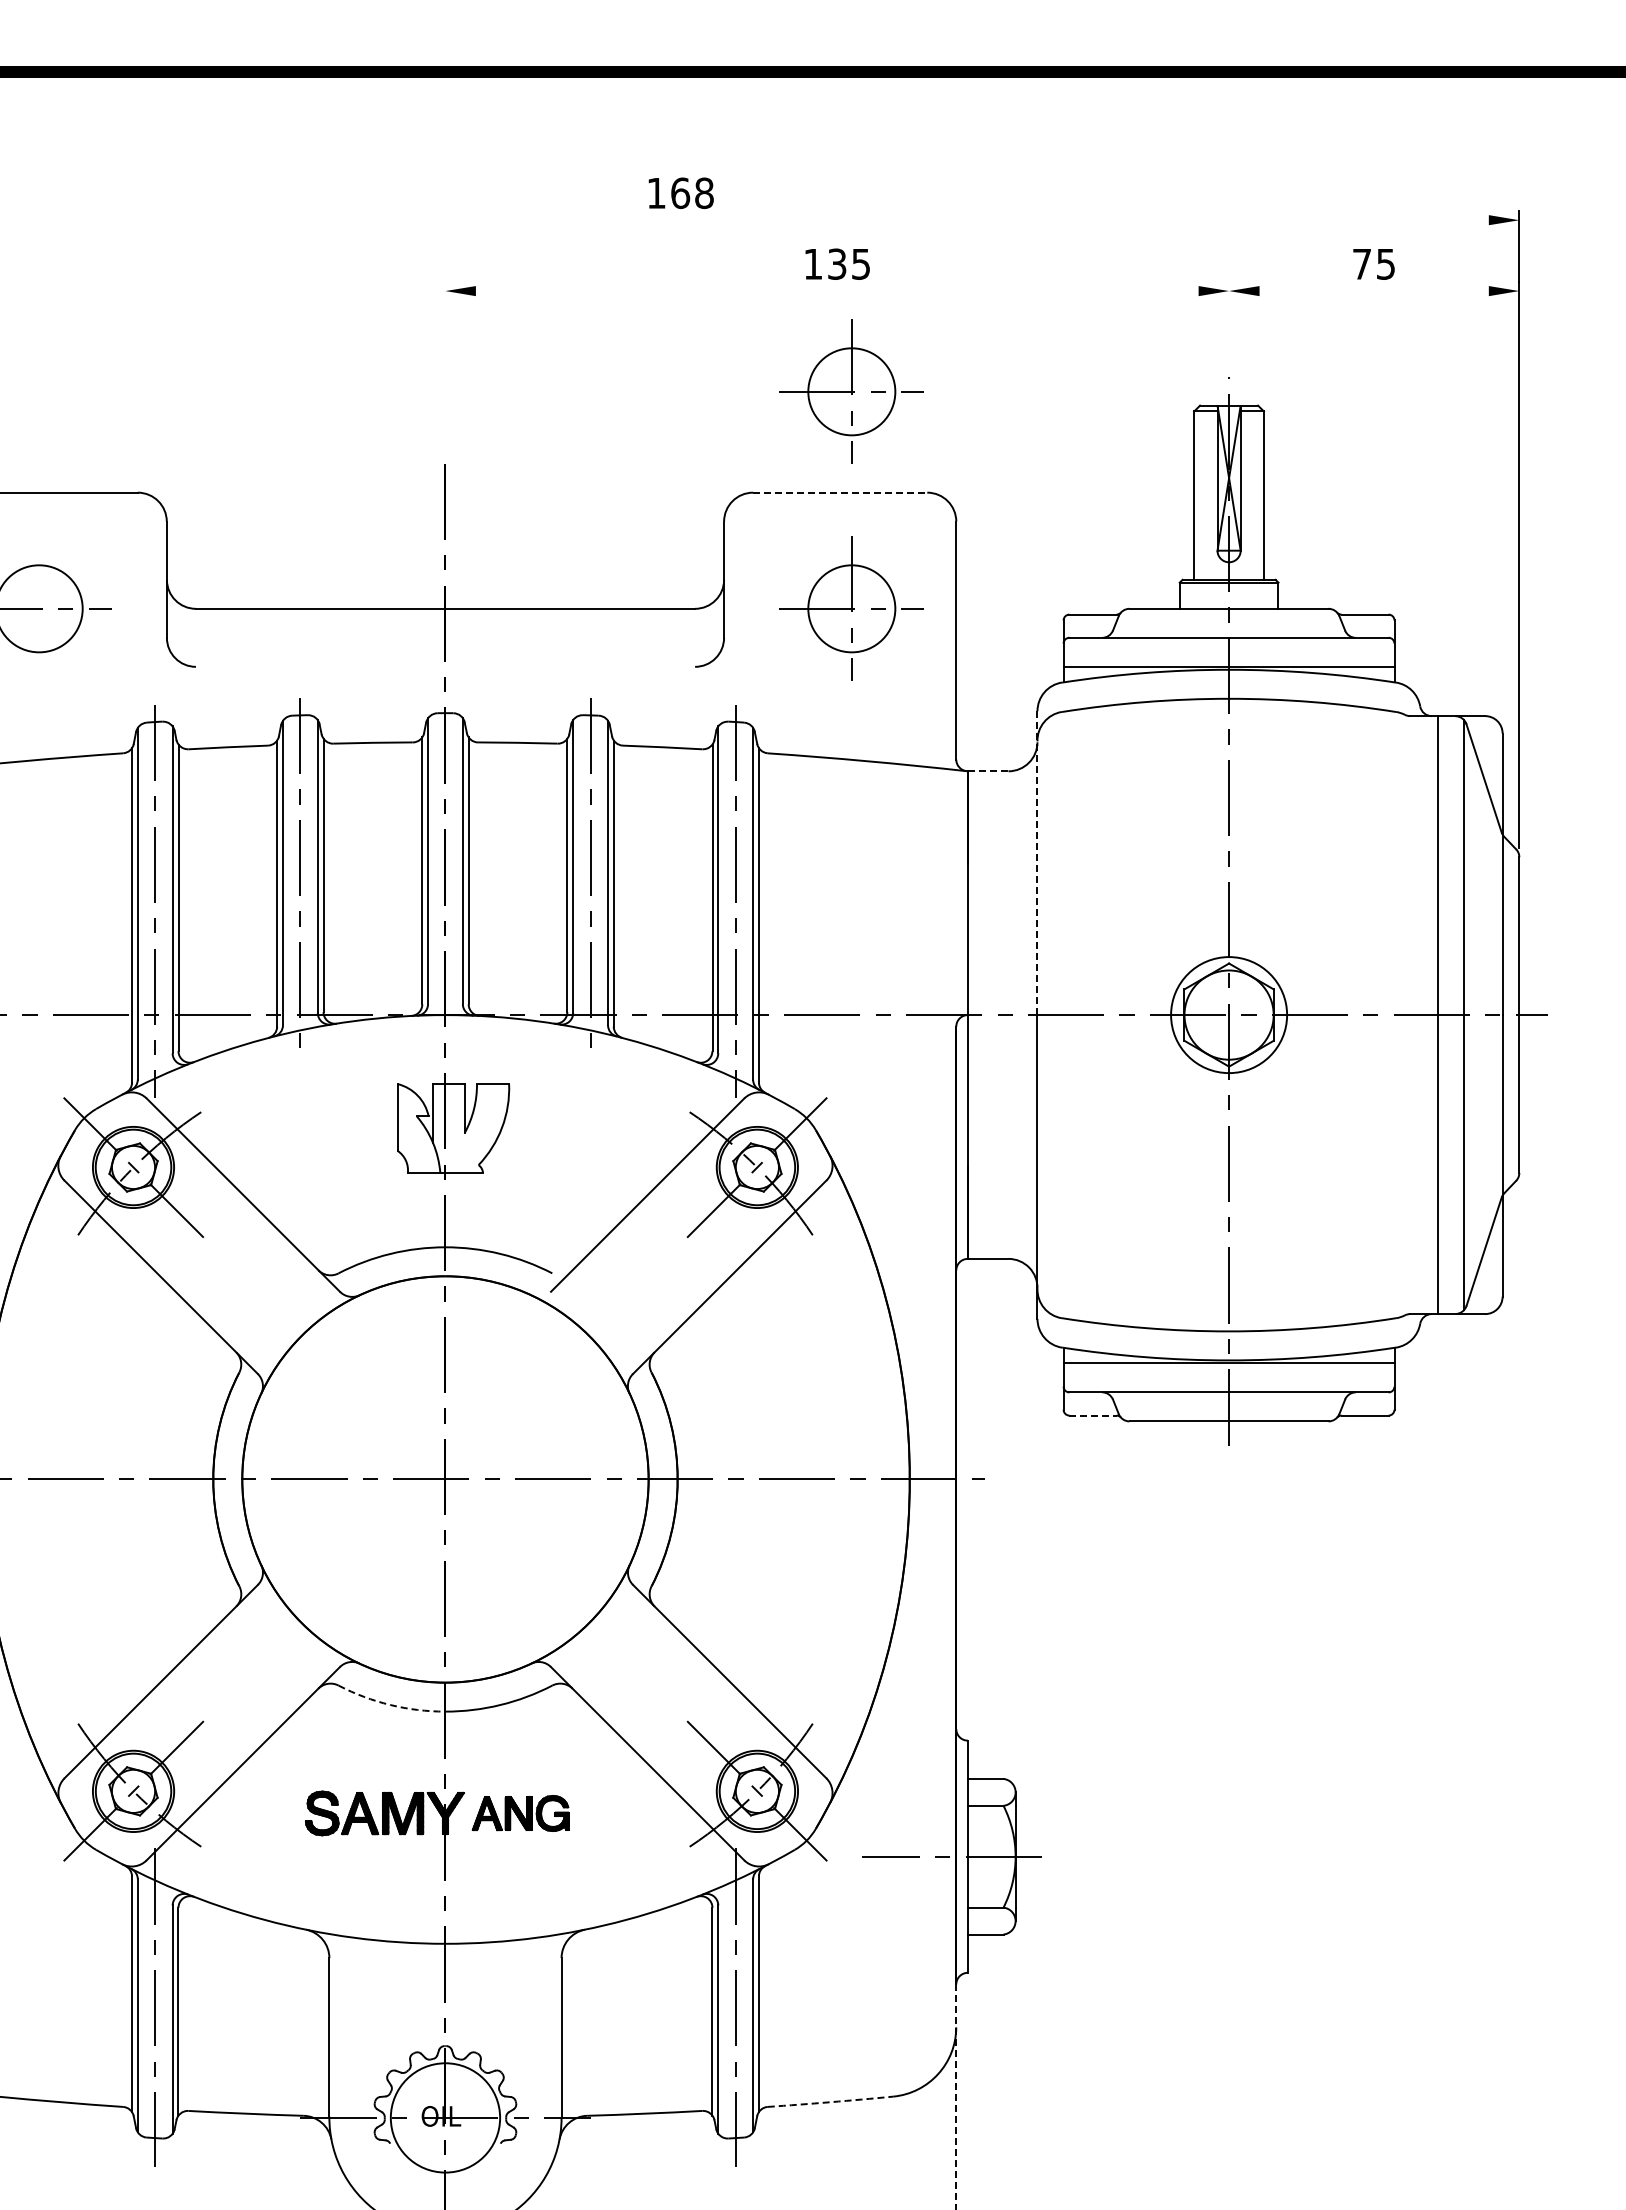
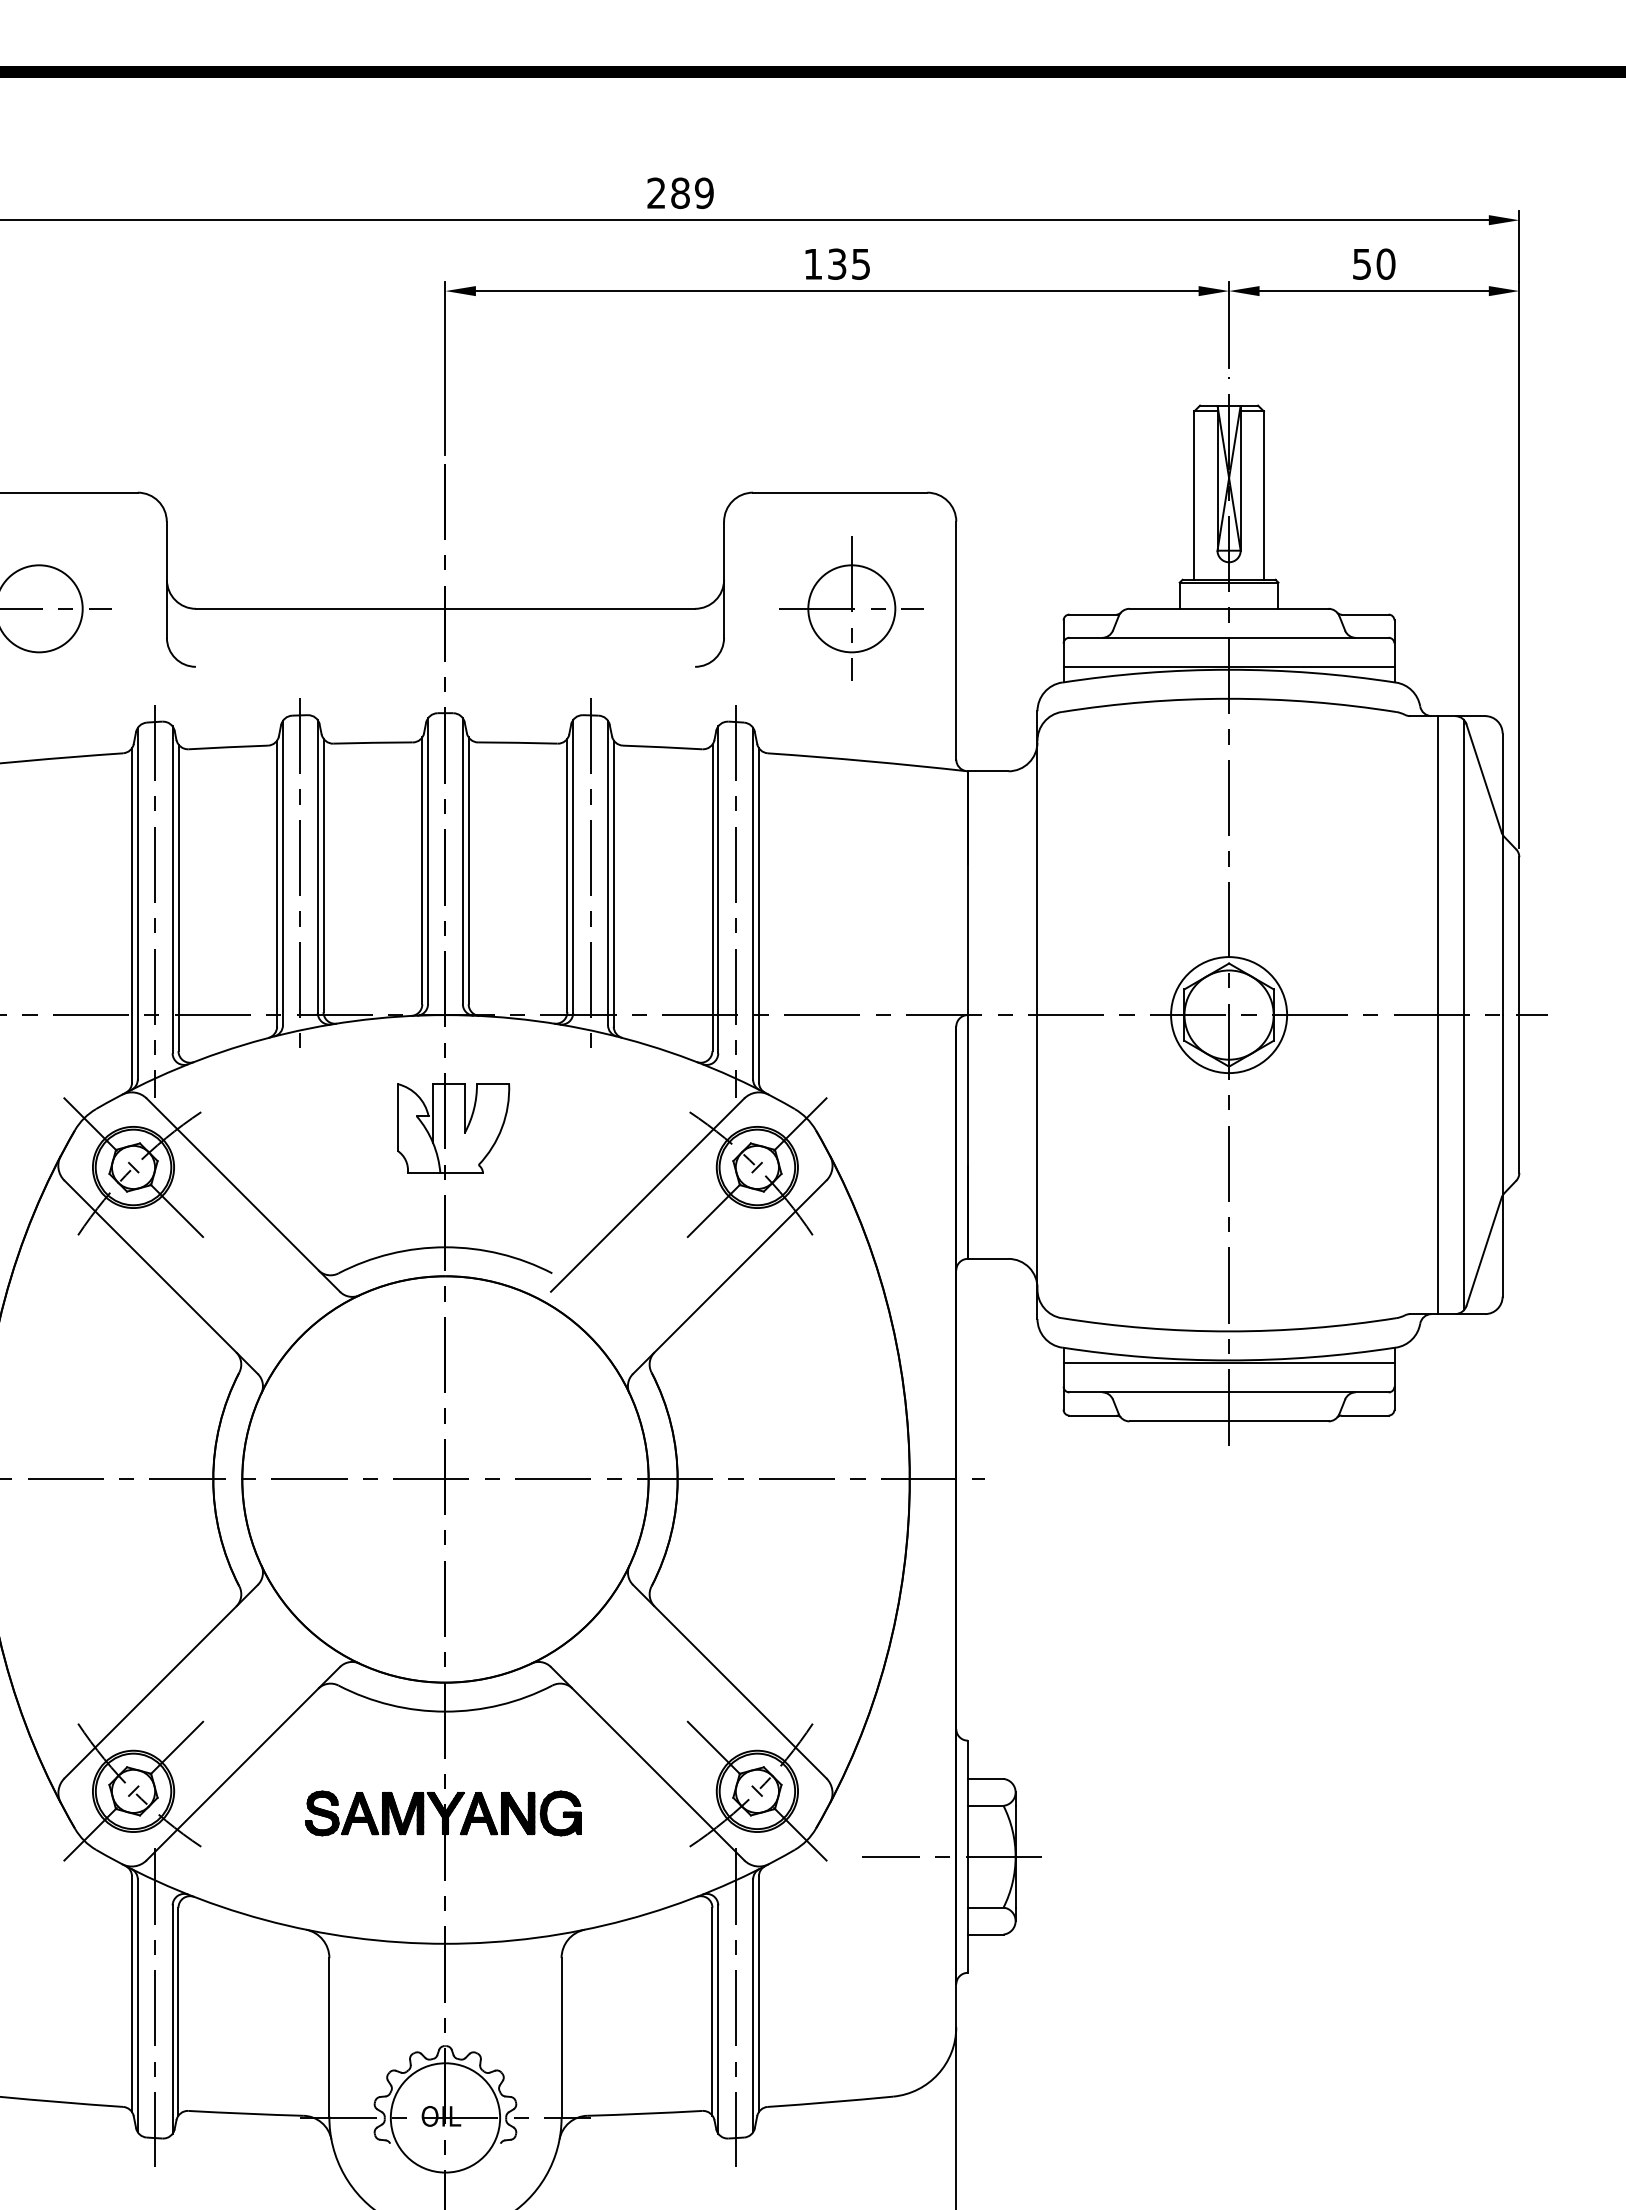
text at (680, 193): 168 -> 289
line at (745, 220): none -> present
text at (1374, 263): 75 -> 50
line at (836, 291): none -> present
line at (1373, 291): none -> present
line at (1229, 324): none -> present
line at (445, 368): none -> present
part at (851, 391): present -> none
line at (840, 492): dashed -> solid
line at (988, 771): dashed -> solid
line at (1037, 863): dashed -> solid
line at (1093, 1415): dashed -> solid
arc at (390, 1705): dashed -> solid
part at (520, 1813) size: 99x37 px -> 123x47 px
line at (956, 2097): dashed -> solid
arc at (830, 2102): dashed -> solid
